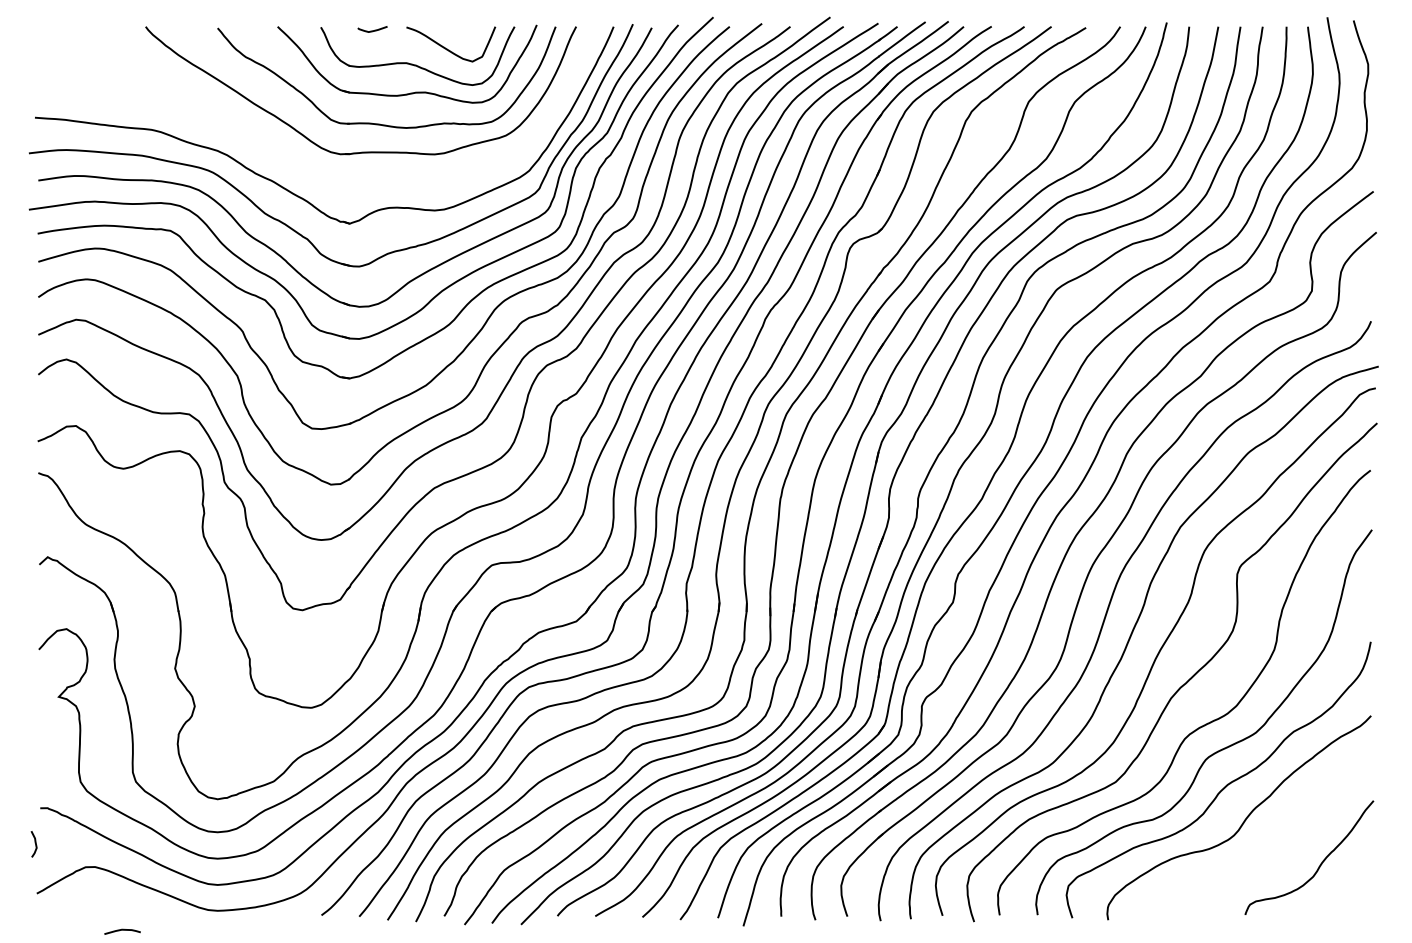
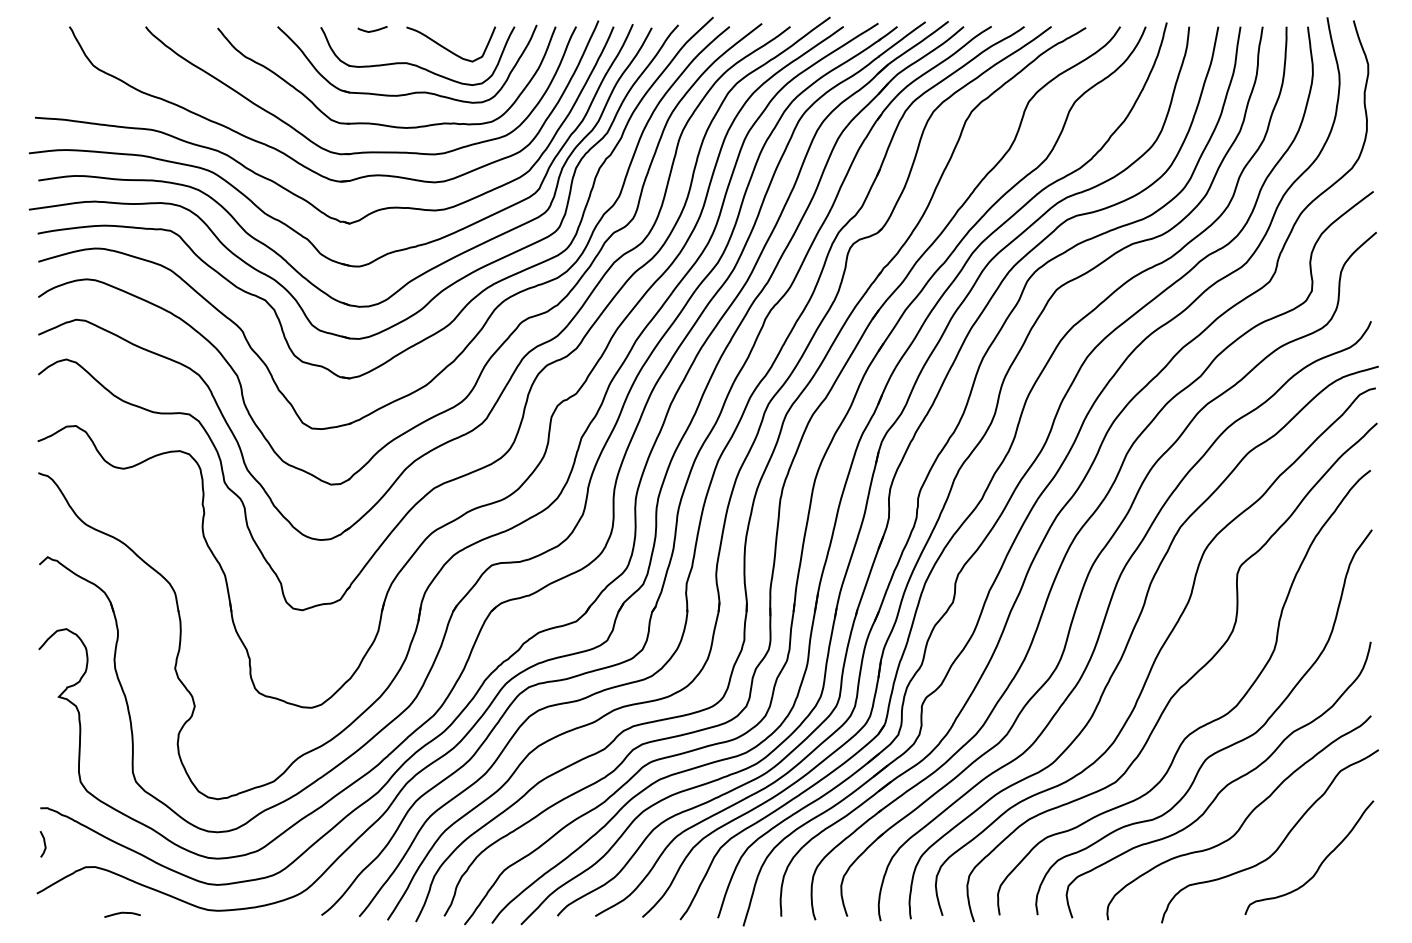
part at (295, 159): none -> present
curve at (34, 843) position: (34, 843) -> (43, 843)
curve at (1279, 844): none -> present
curve at (122, 930) position: (122, 930) -> (122, 913)
